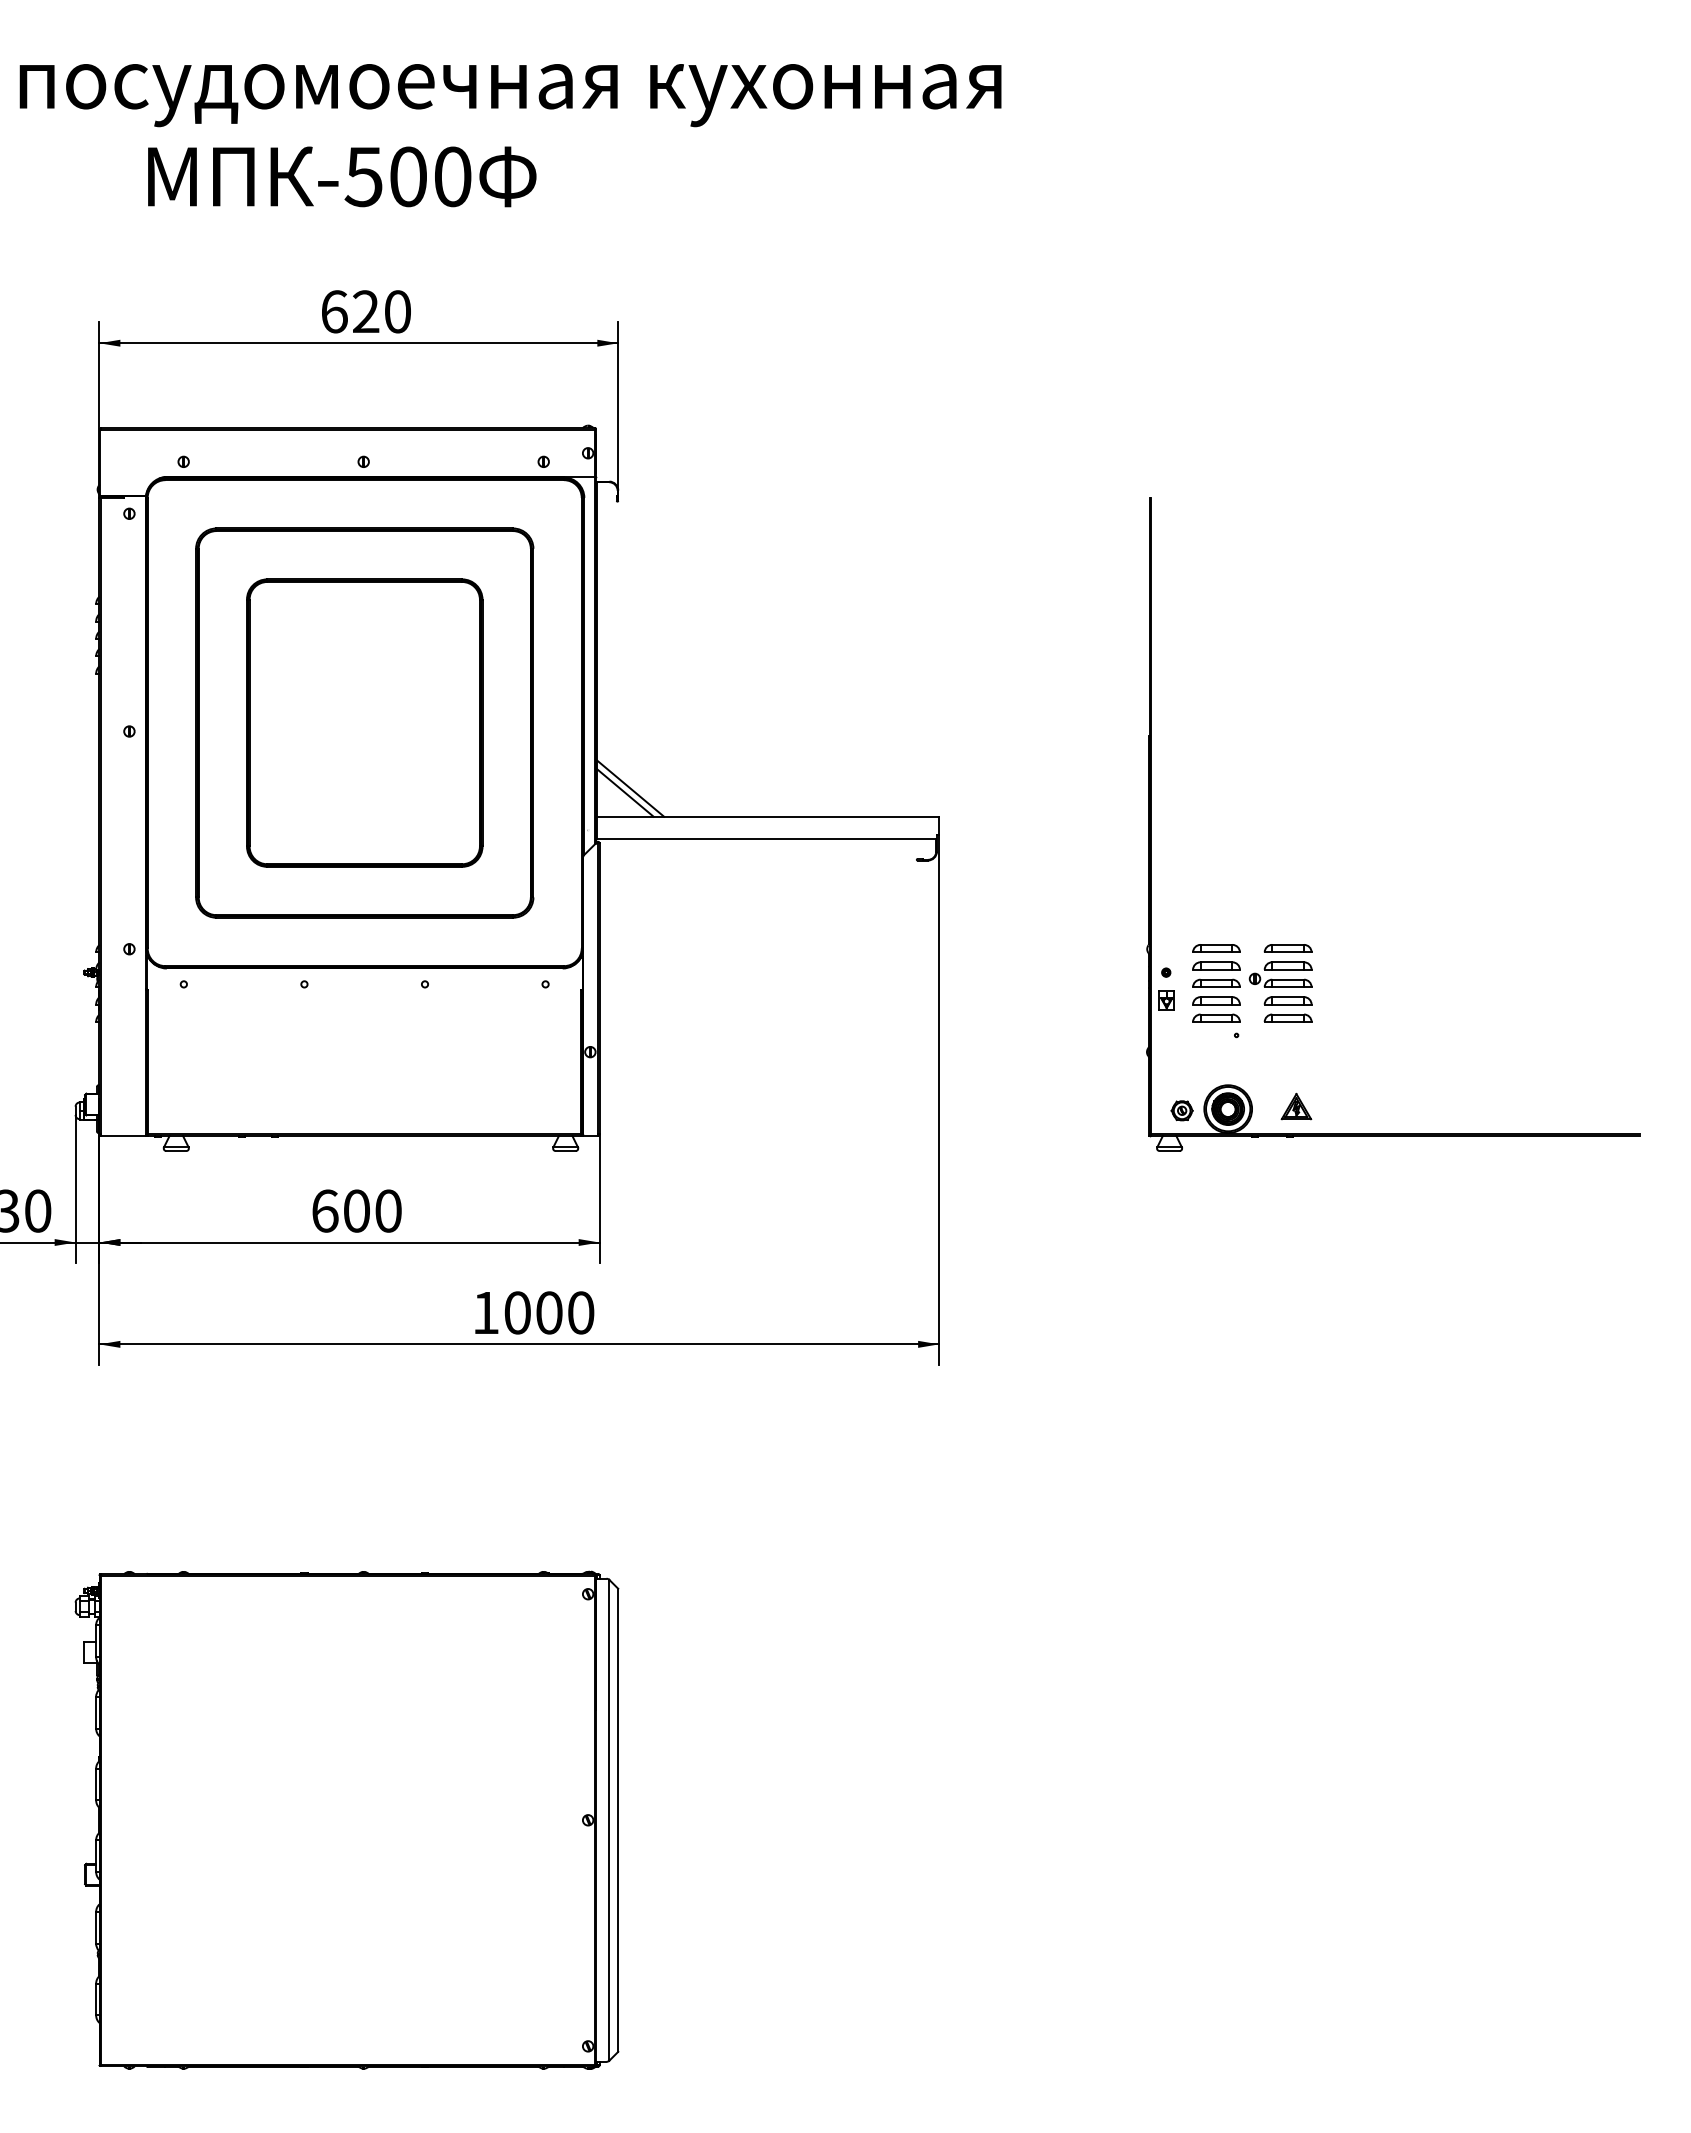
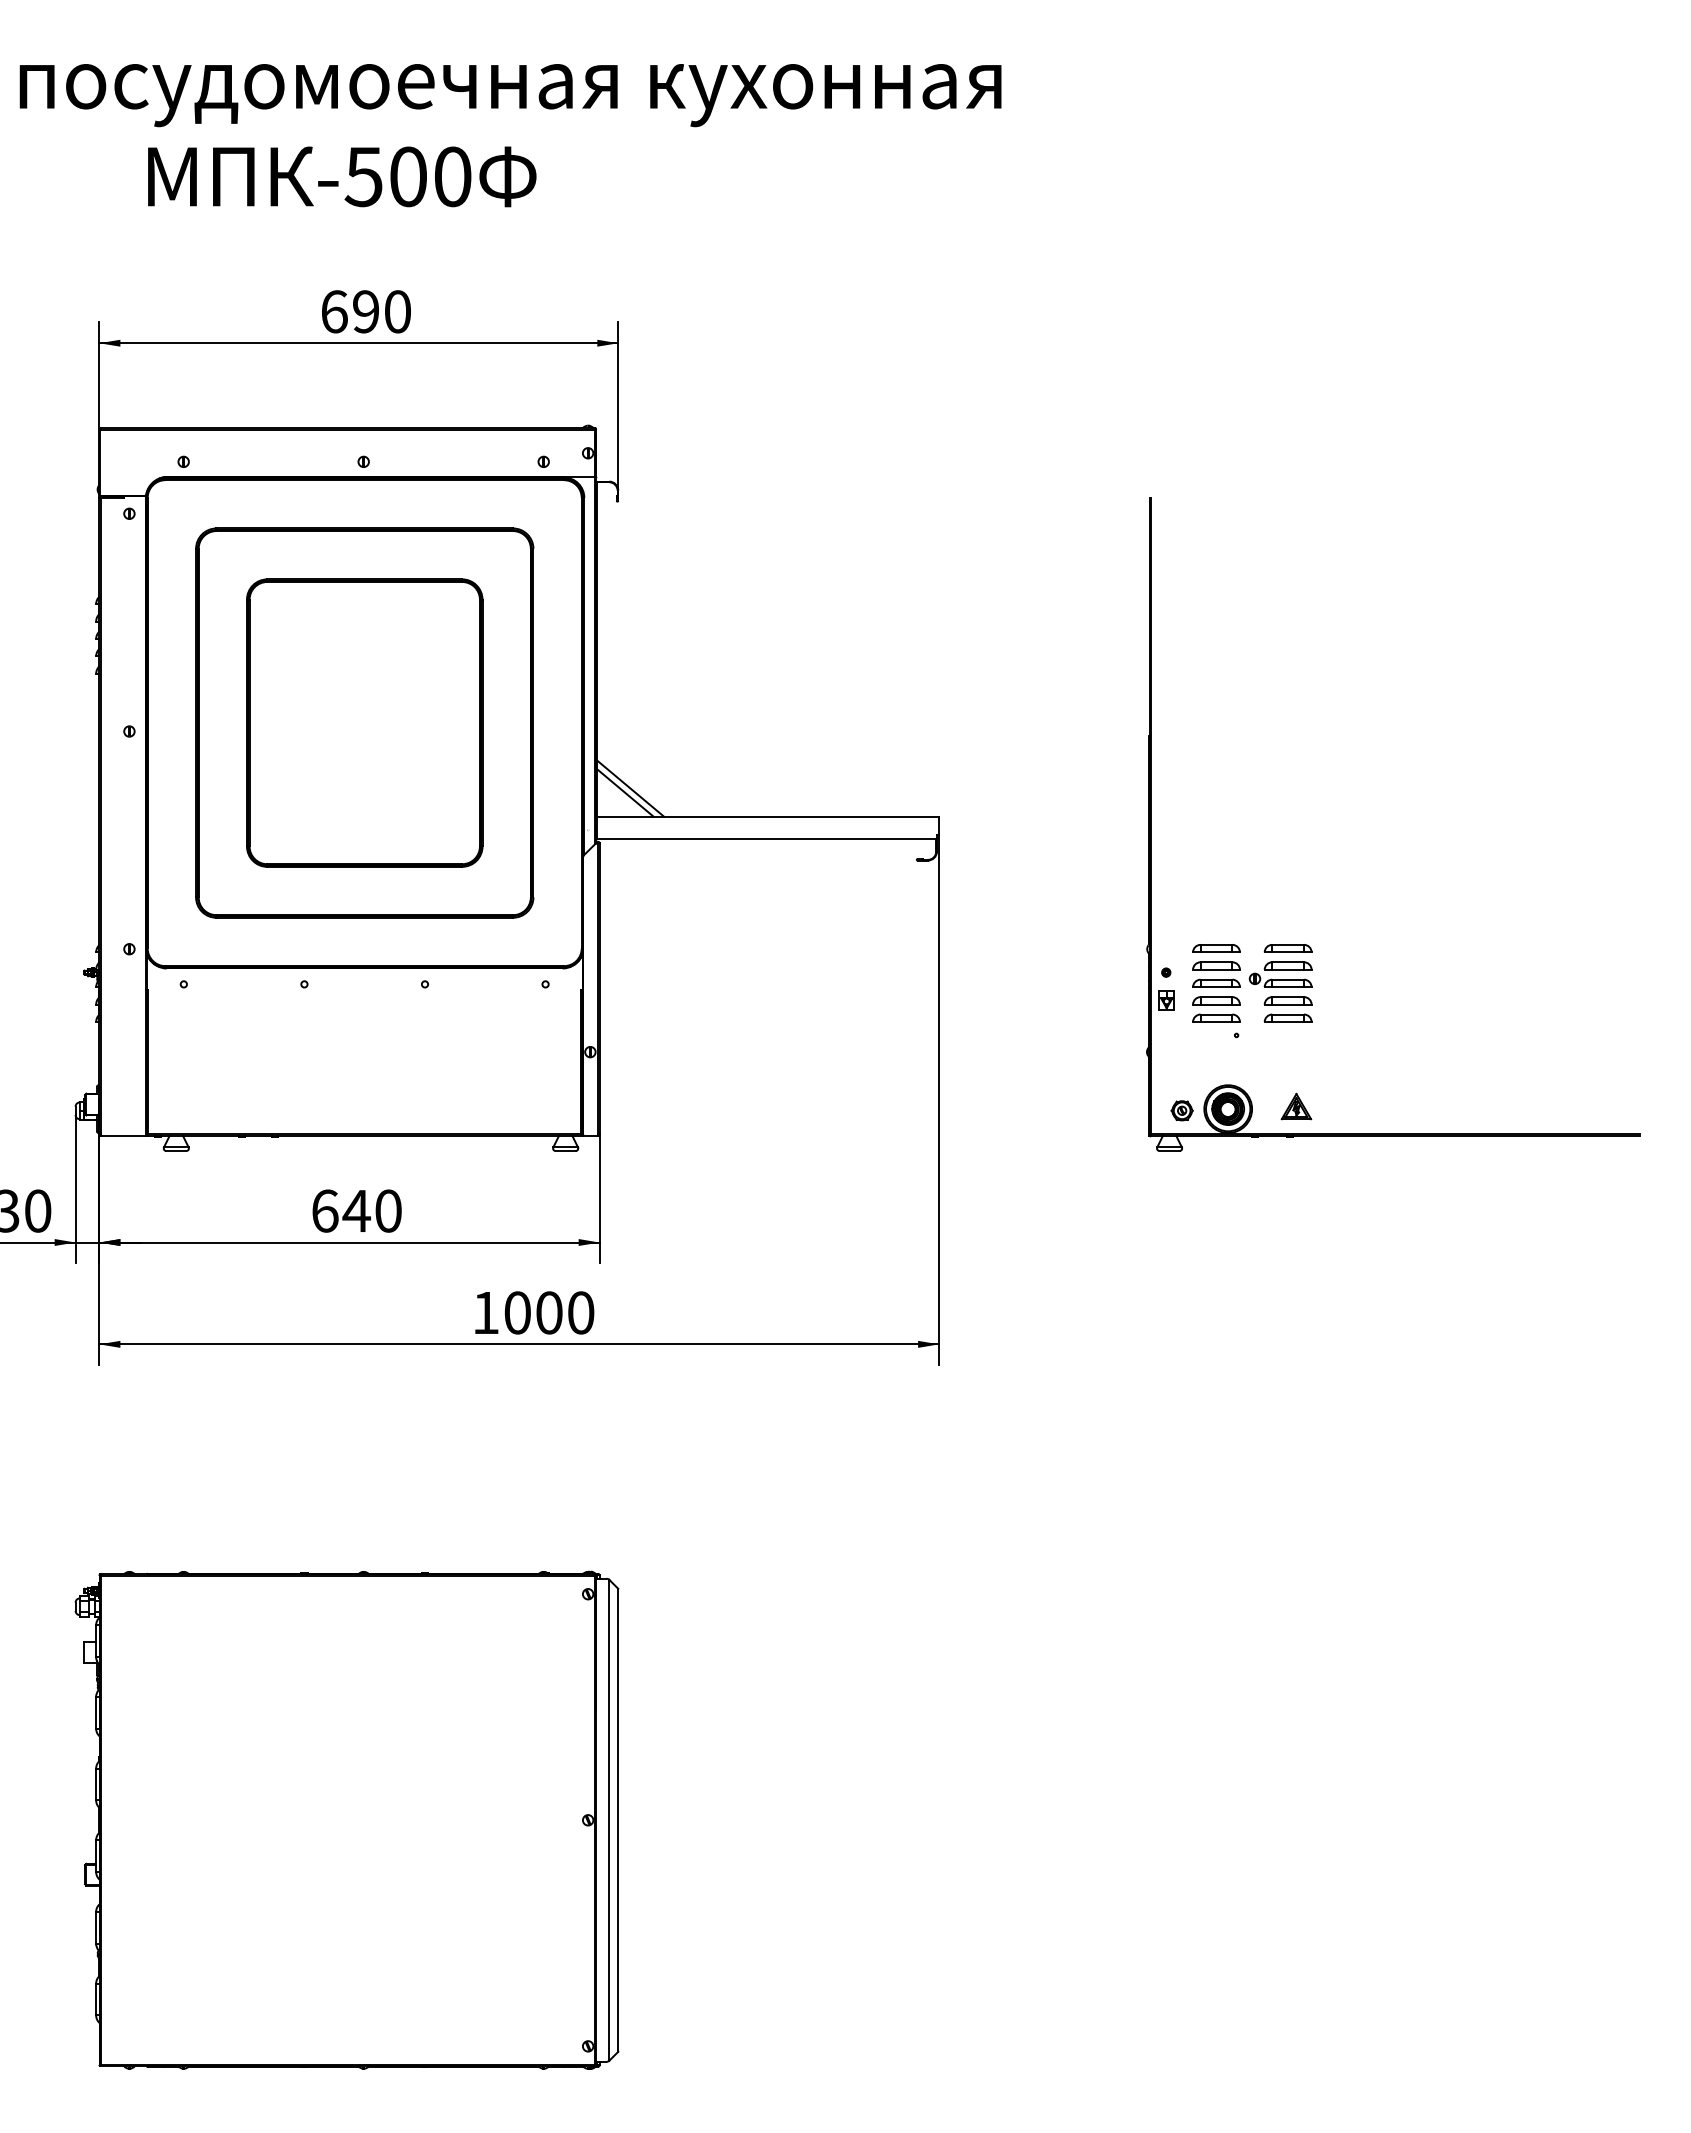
text at (366, 311): 620 -> 690
text at (356, 1210): 600 -> 640
